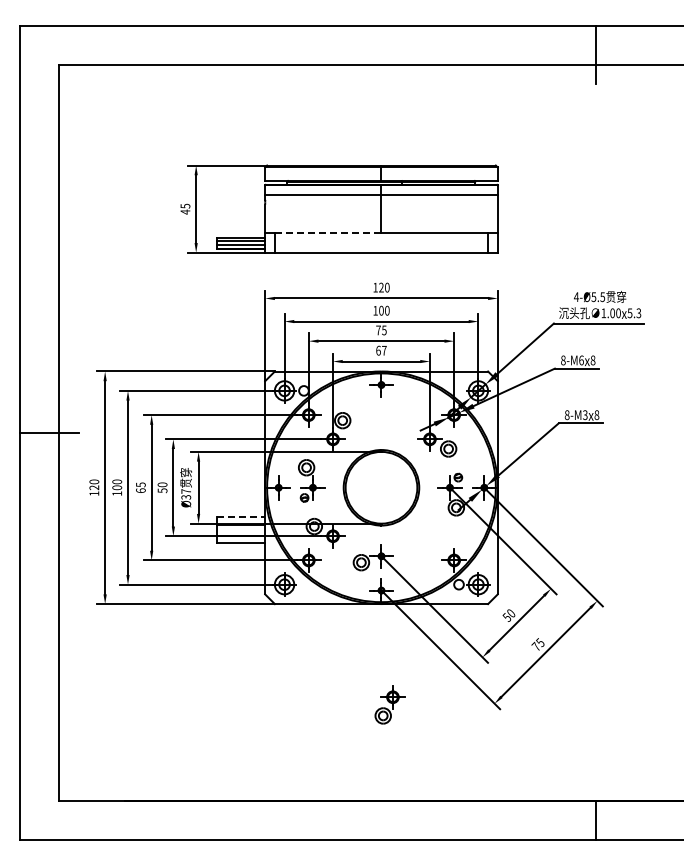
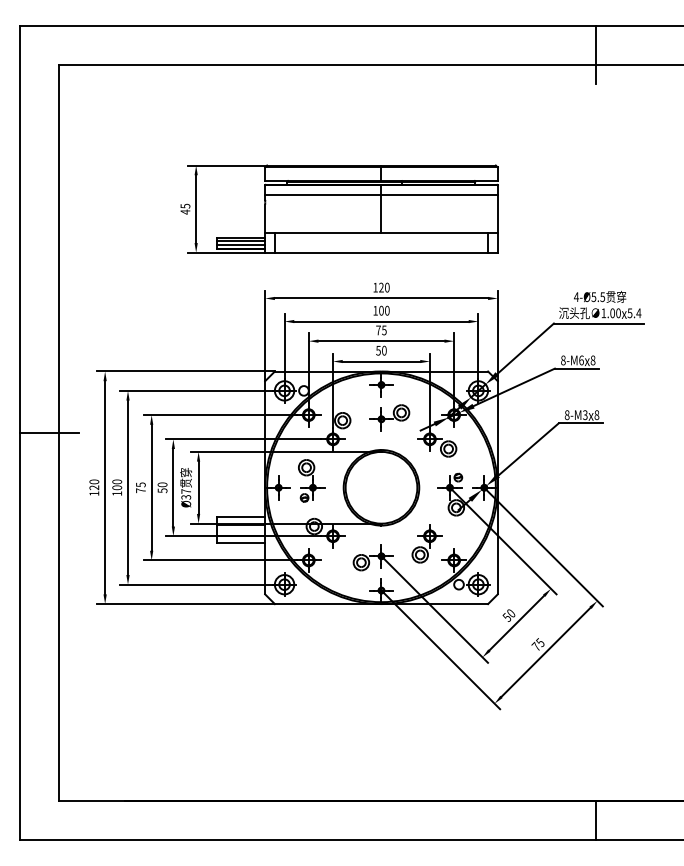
line at (327, 233): dashed -> solid
text at (638, 313): 5.3 -> 5.4
text at (381, 350): 67 -> 50
part at (389, 417): none -> present
text at (140, 490): 65 -> 75
line at (241, 516): dashed -> solid
part at (389, 704) position: (389, 704) -> (426, 543)
